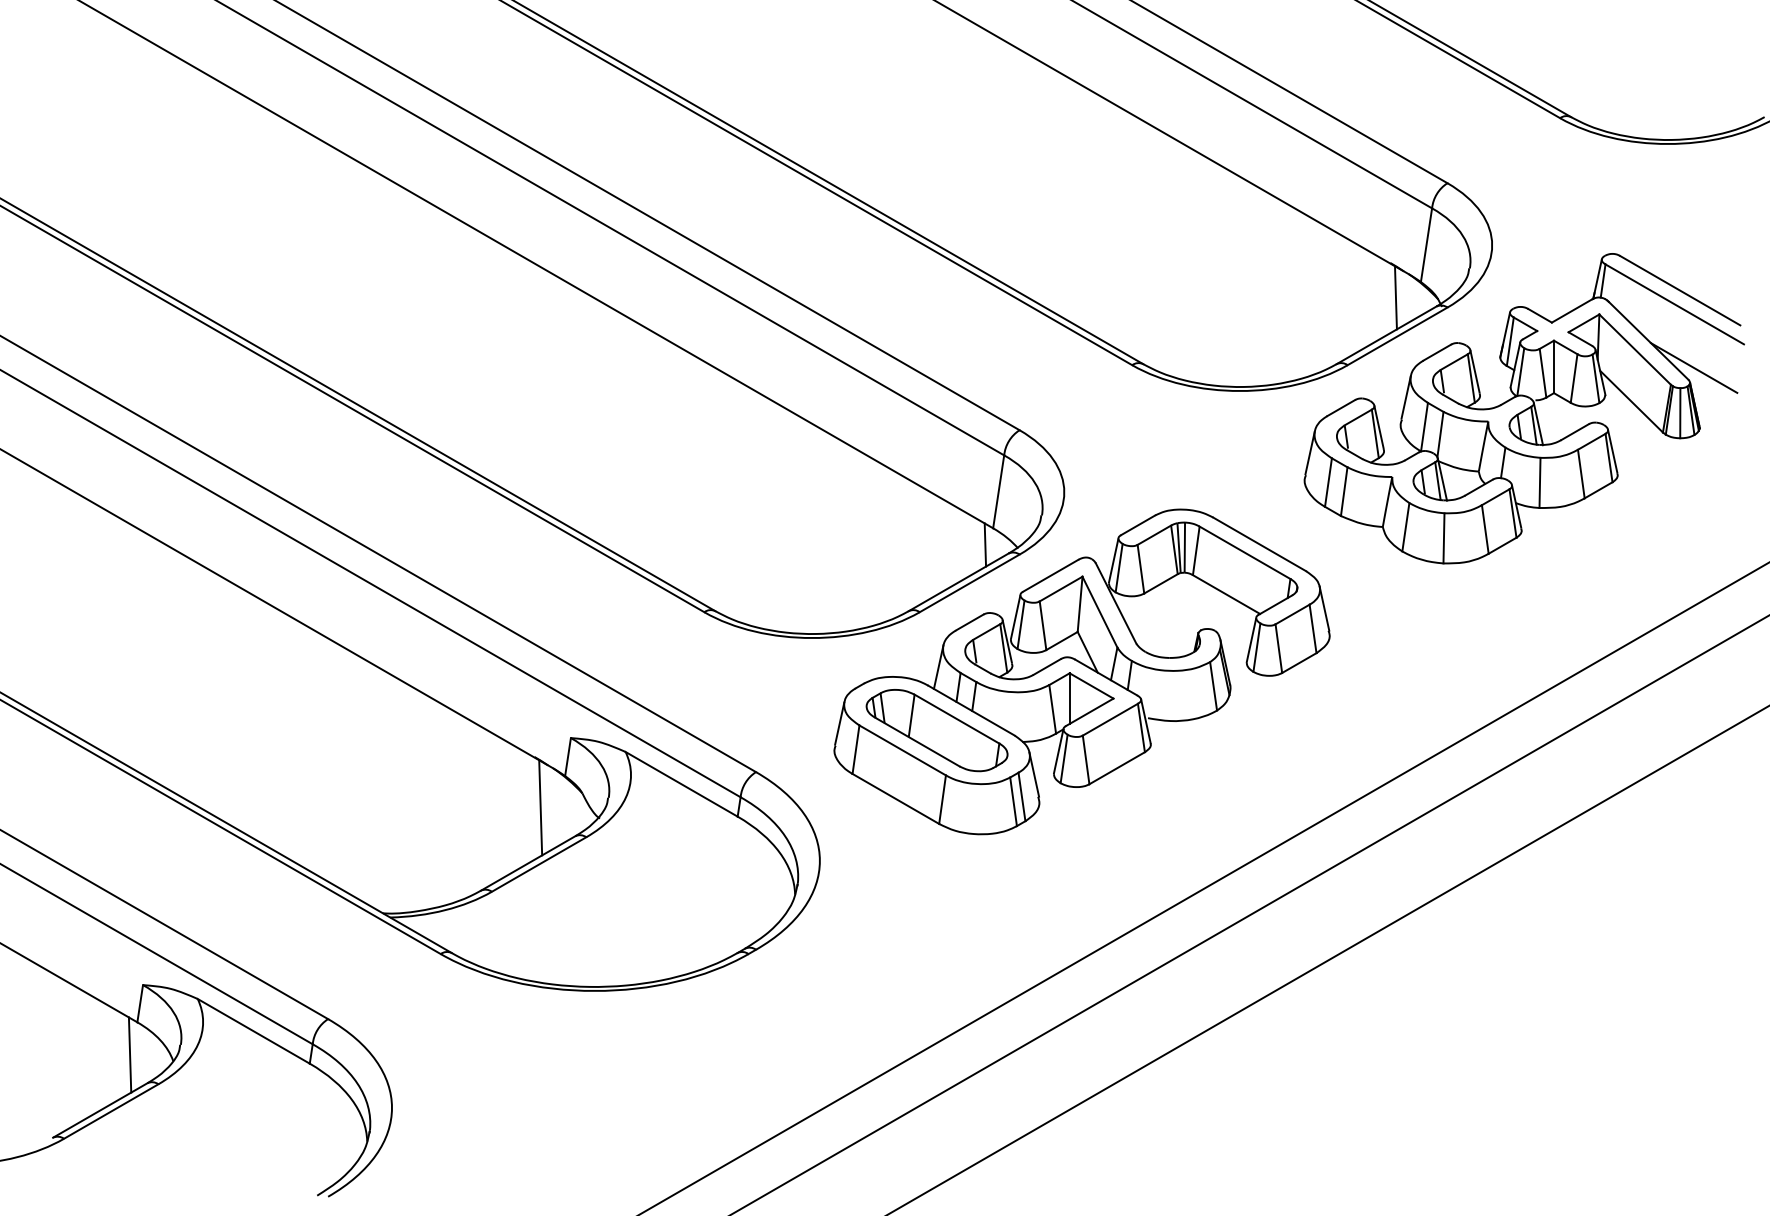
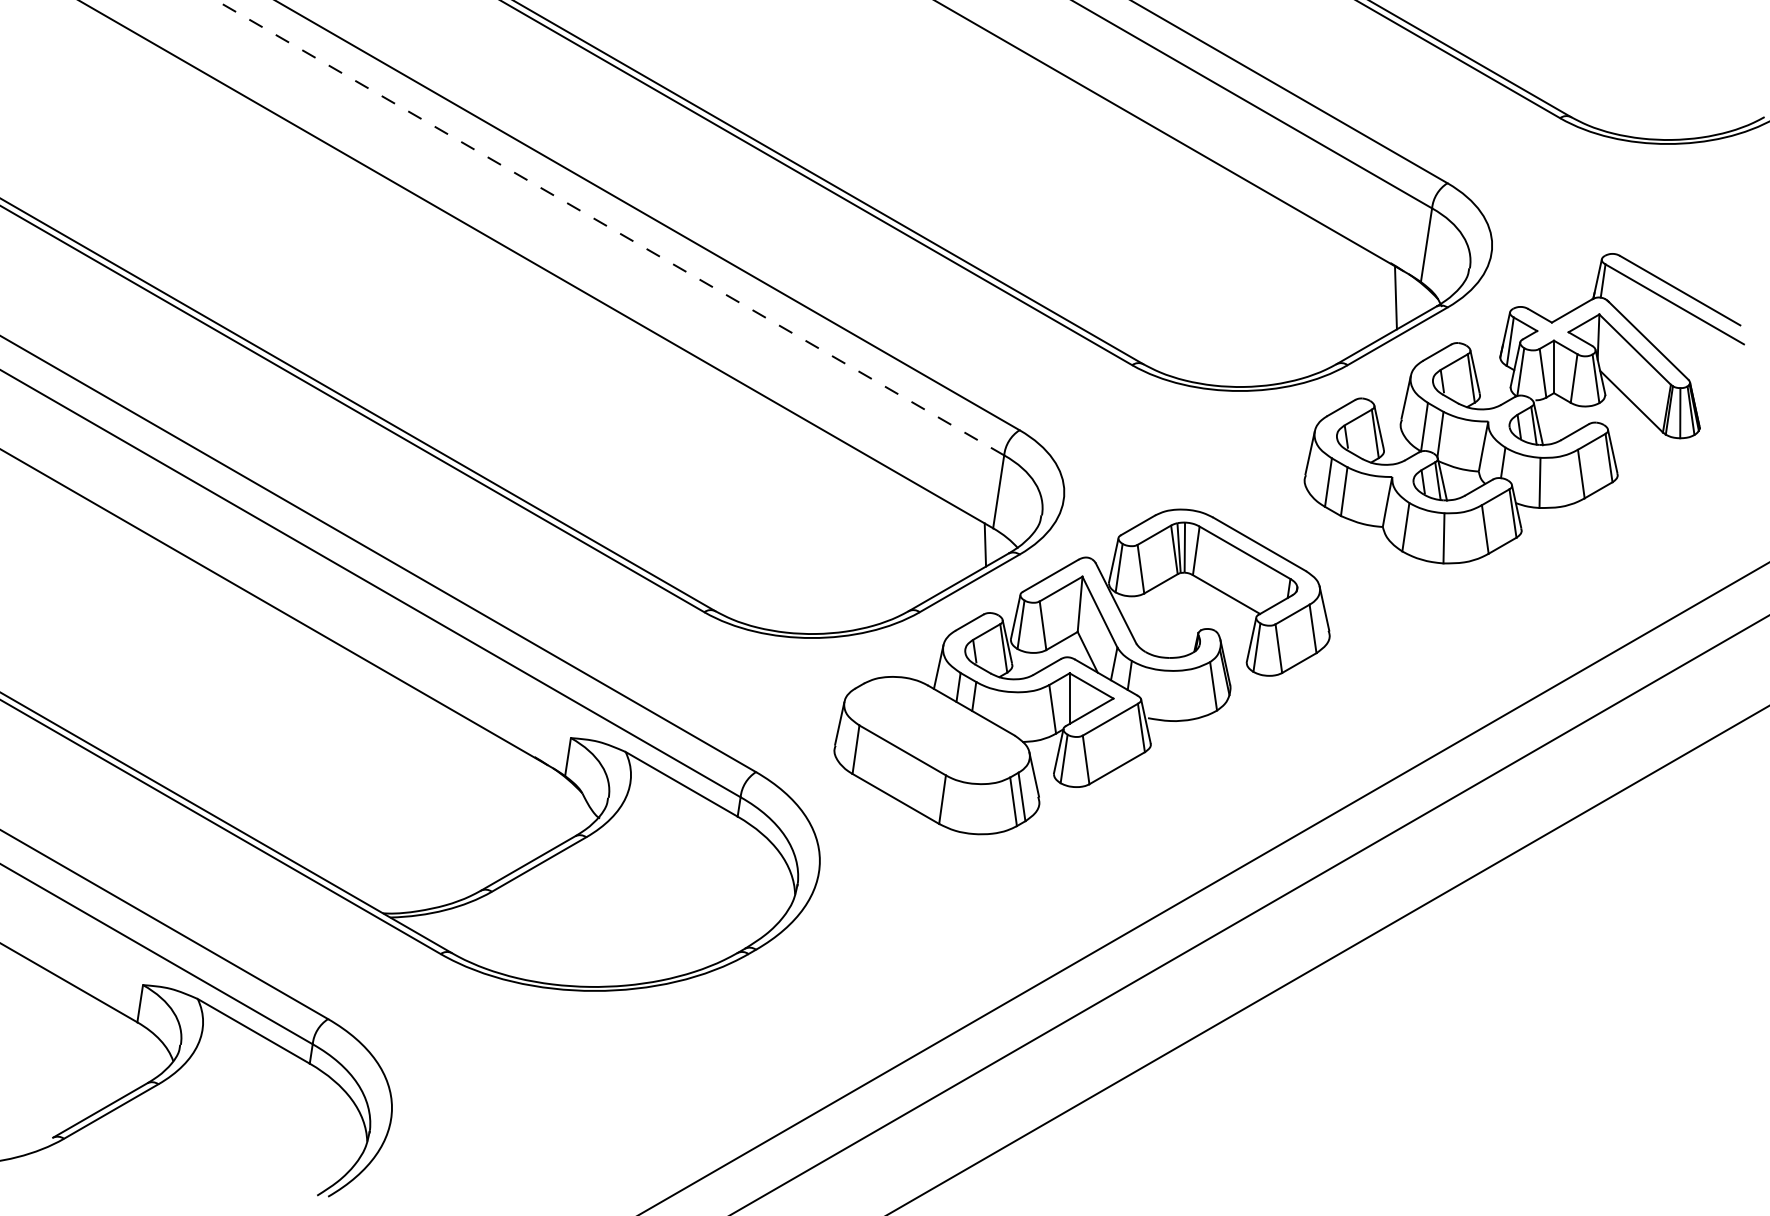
line at (609, 227): solid -> dashed
line at (1693, 367): present -> none
part at (936, 730): present -> none
line at (540, 807): present -> none
line at (129, 1054): present -> none
